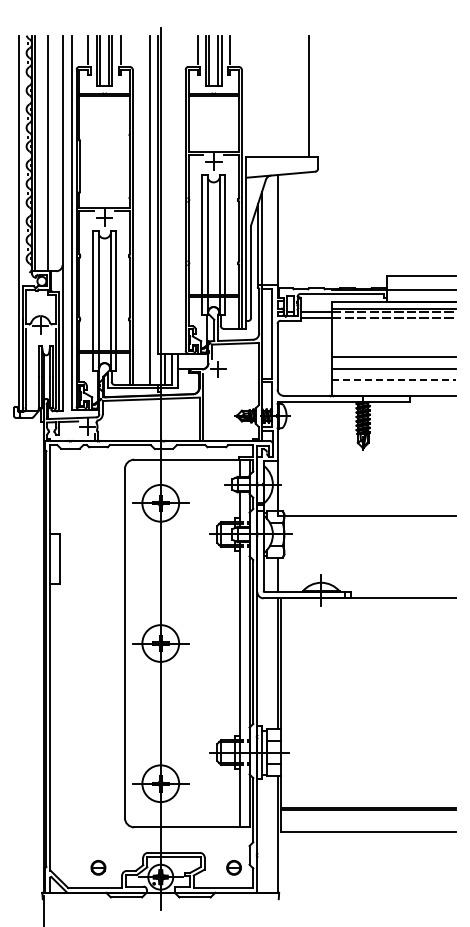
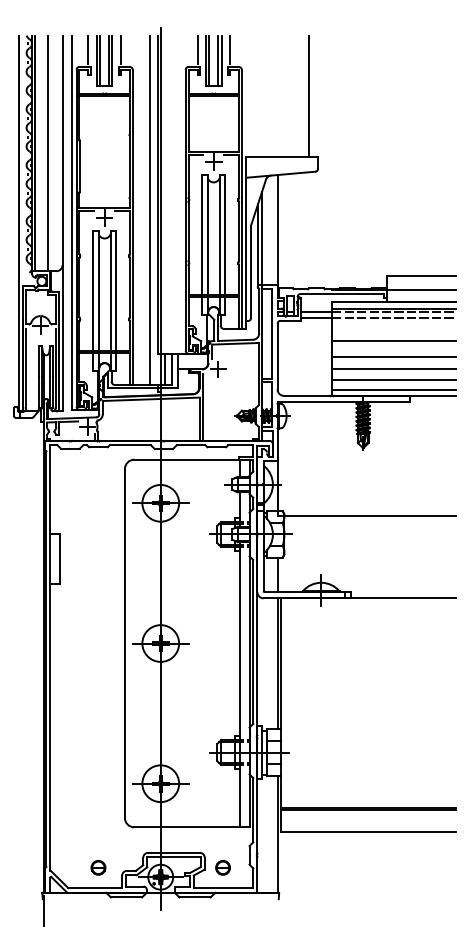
line at (393, 341): none -> present
line at (394, 380): dashed -> solid
line at (393, 389): none -> present
part at (233, 867) position: (233, 867) -> (222, 867)
